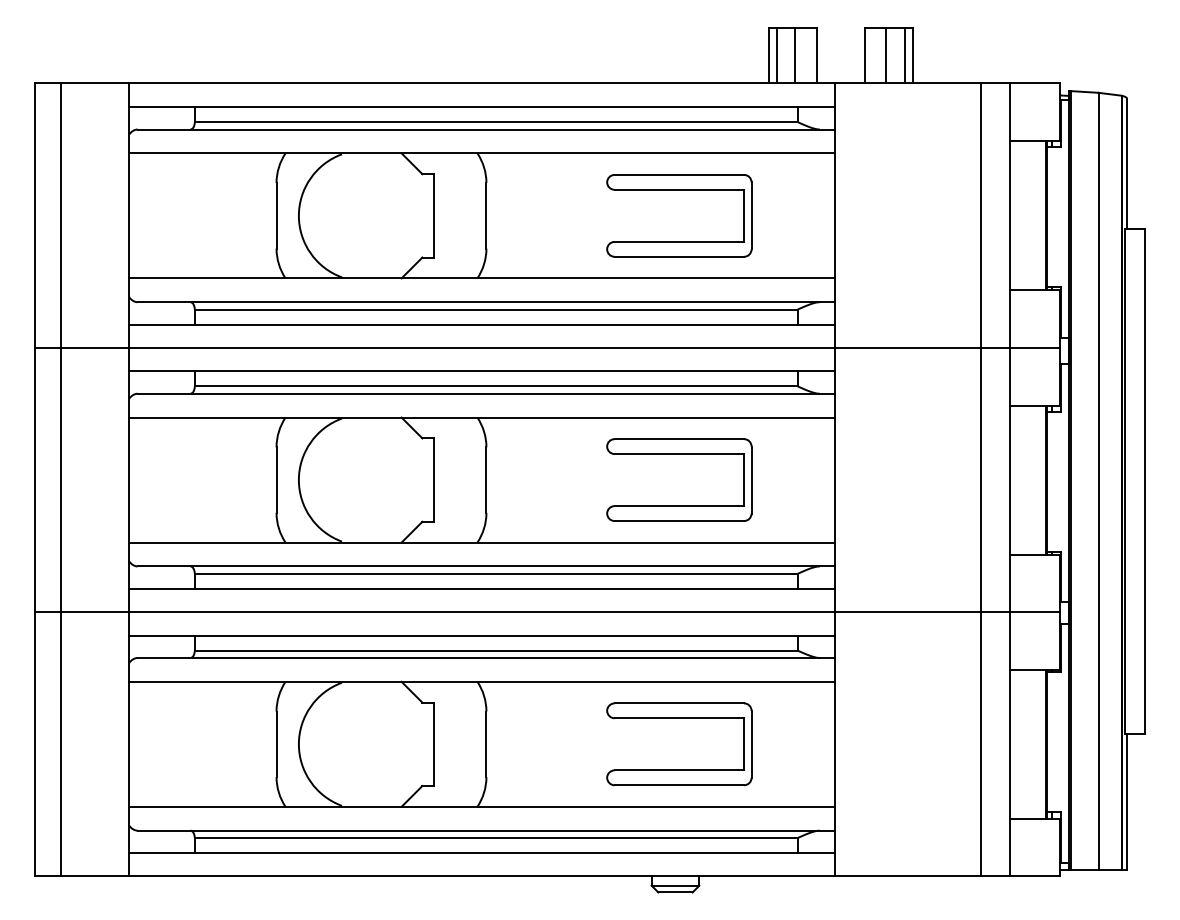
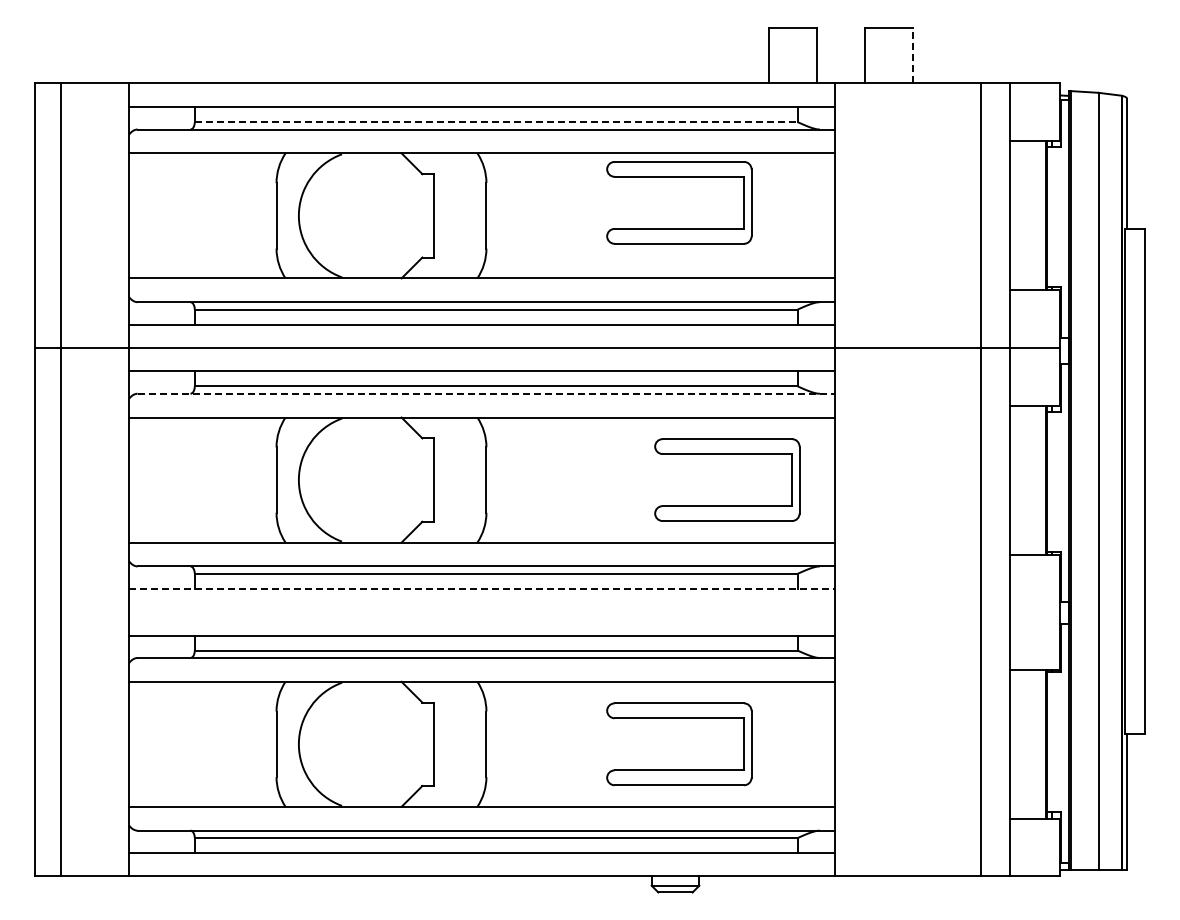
line at (776, 55): present -> none
line at (795, 55): present -> none
line at (886, 55): present -> none
line at (904, 55): present -> none
line at (912, 55): solid -> dashed
line at (496, 122): solid -> dashed
part at (679, 190) position: (679, 190) -> (679, 177)
line at (486, 393): solid -> dashed
part at (679, 454) position: (679, 454) -> (727, 454)
line at (481, 588): solid -> dashed
line at (547, 611): present -> none
